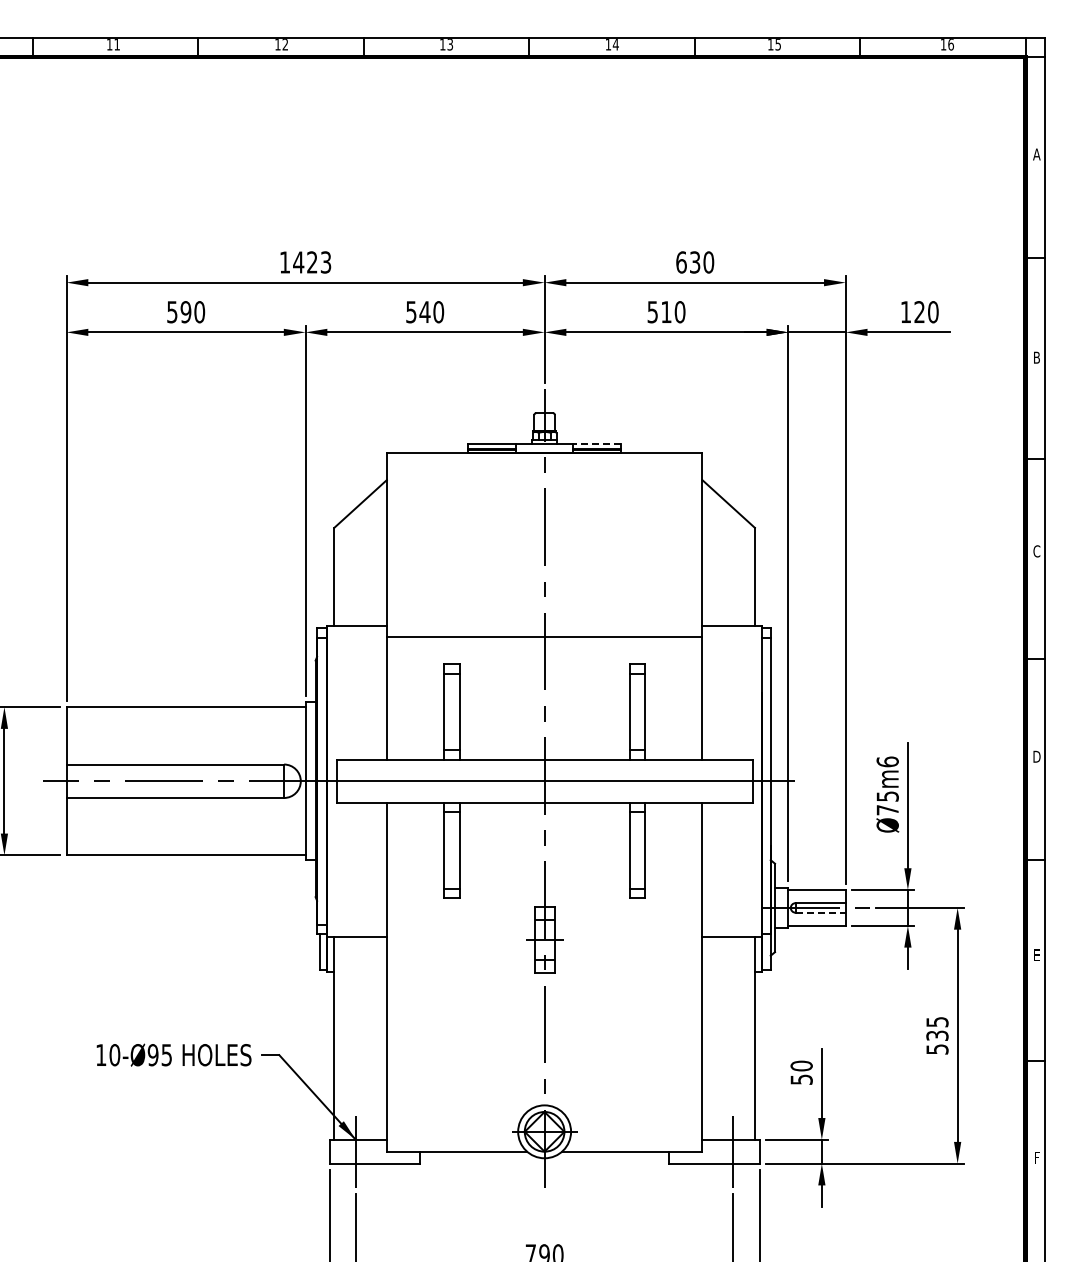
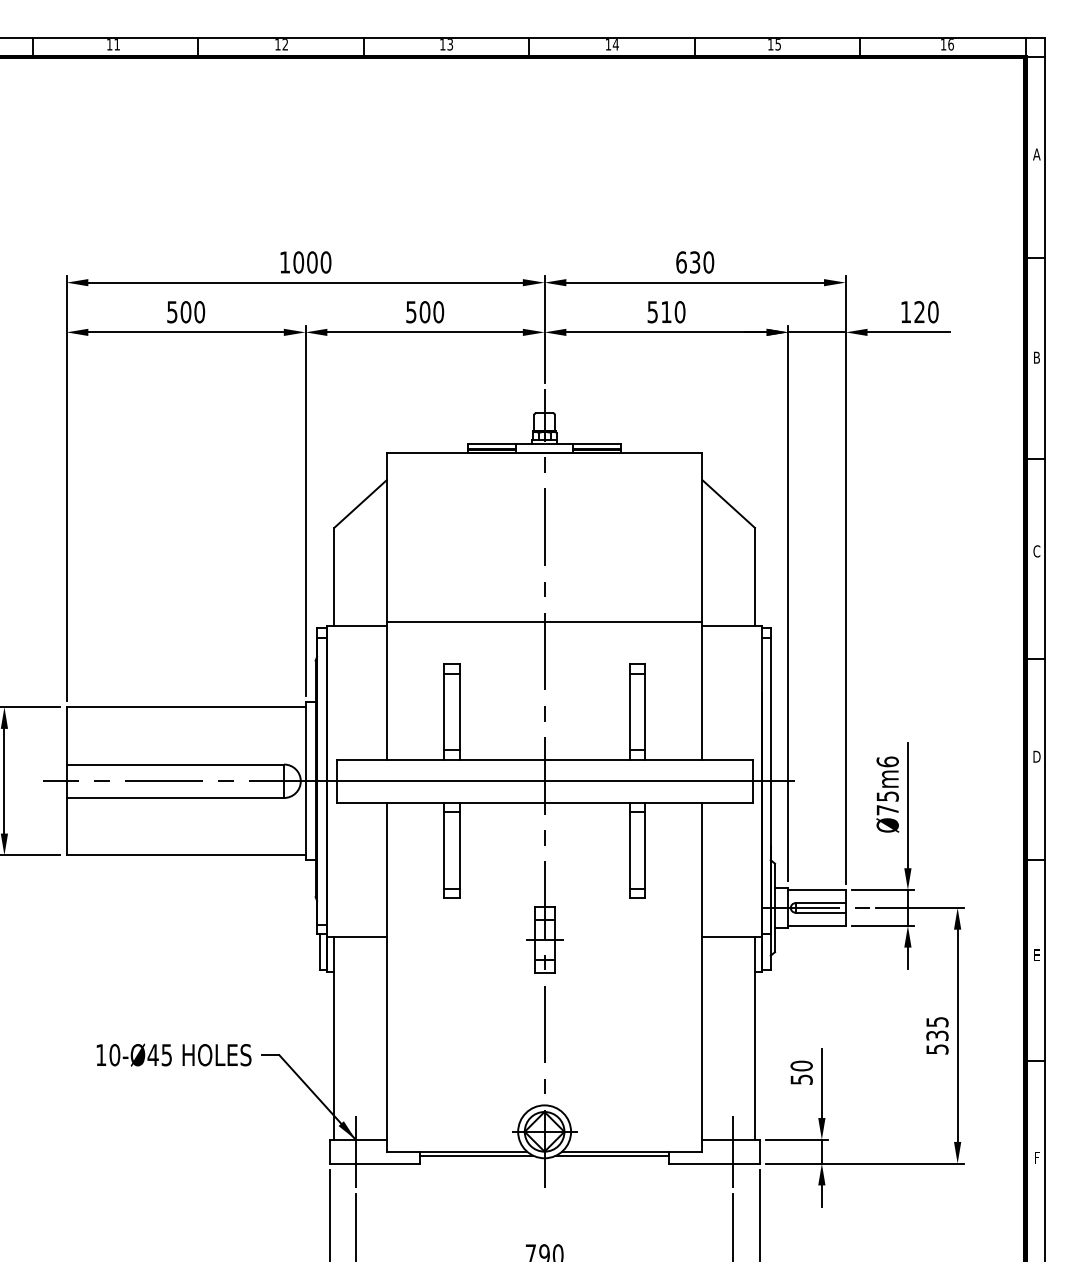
text at (312, 262): 1423 -> 1000
text at (185, 312): 590 -> 500
text at (424, 312): 540 -> 500
line at (596, 444): dashed -> solid
line at (544, 636) position: (544, 636) -> (544, 621)
line at (821, 912): dashed -> solid
text at (152, 1055): 10-Ø95 -> 10-Ø45
line at (476, 1155): none -> present
line at (612, 1155): none -> present
